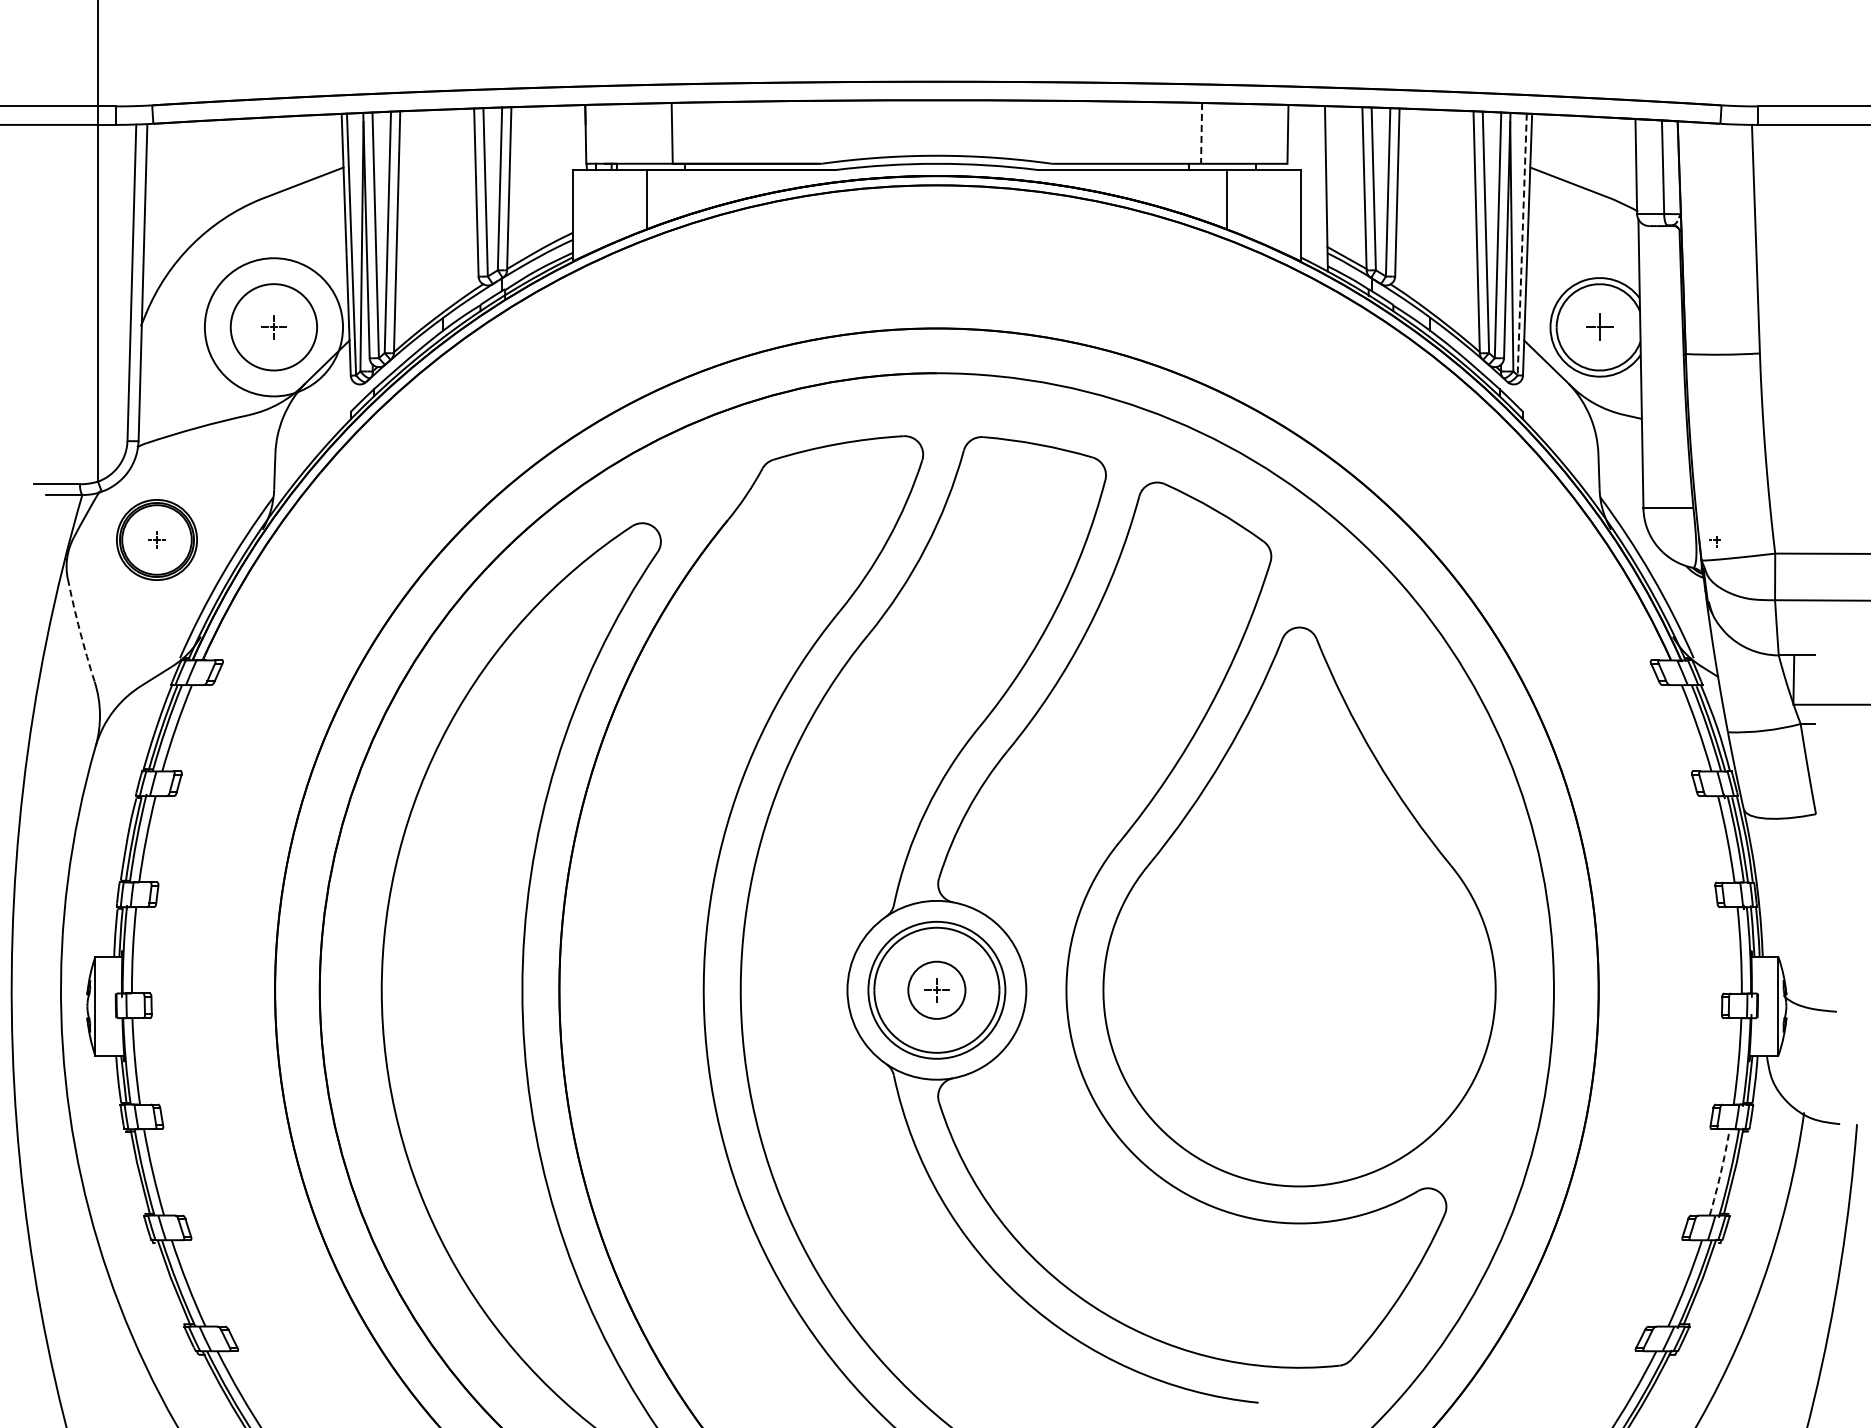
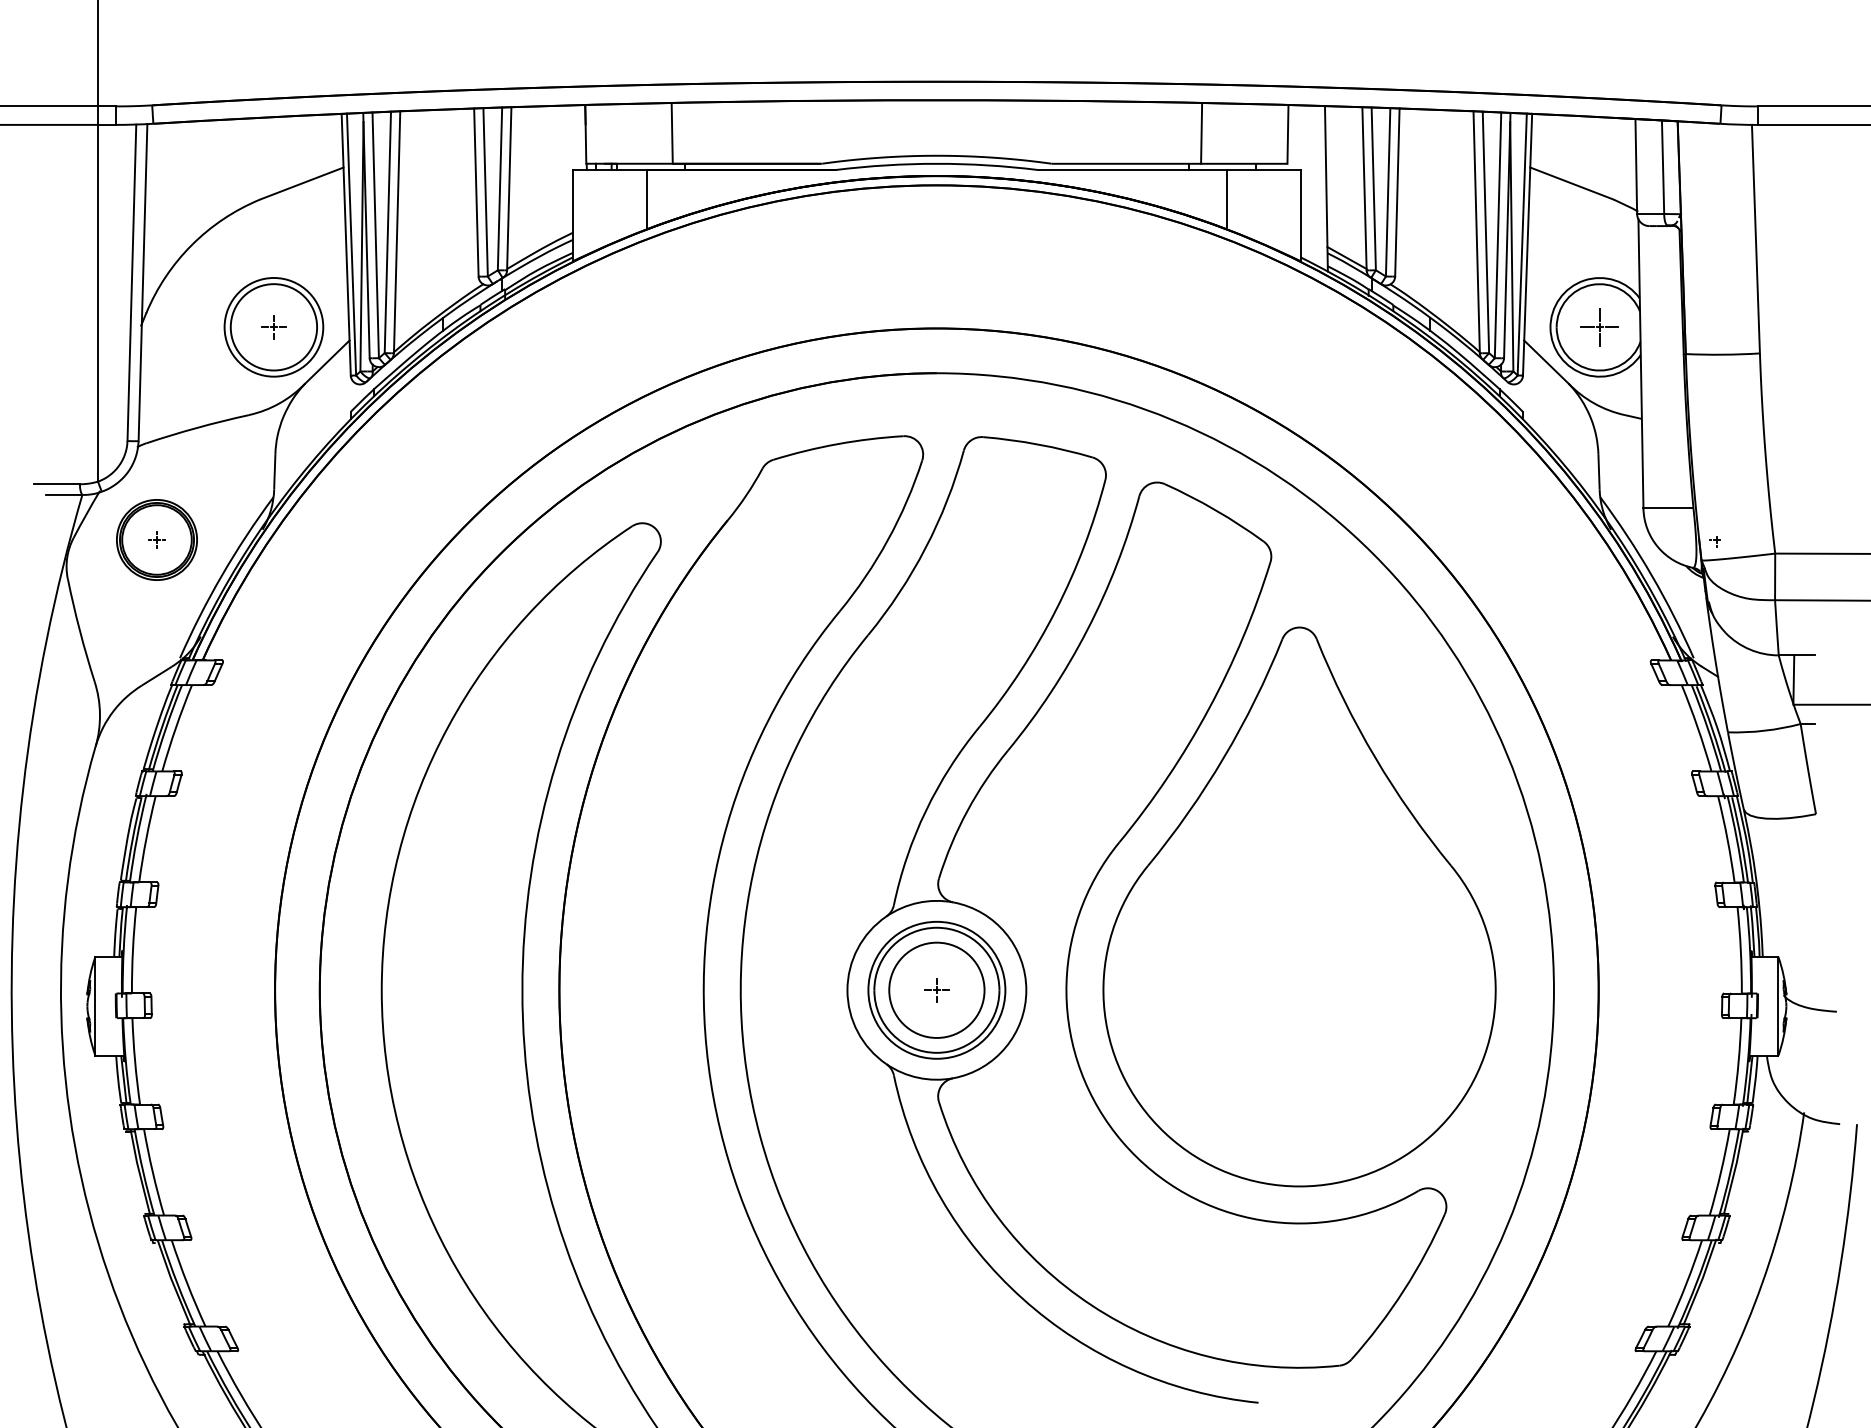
line at (1201, 133): dashed -> solid
line at (1522, 244): dashed -> solid
part at (1599, 326) size: 28x28 px -> 39x39 px
circle at (273, 327) diameter: 138 px -> 99 px
arc at (79, 630): dashed -> solid
circle at (936, 989) diameter: 57 px -> 95 px
arc at (1720, 1172): dashed -> solid
